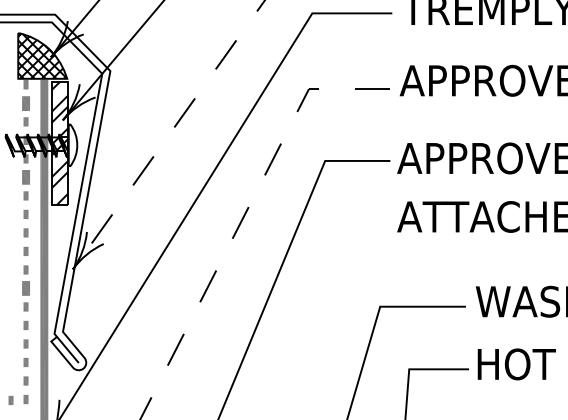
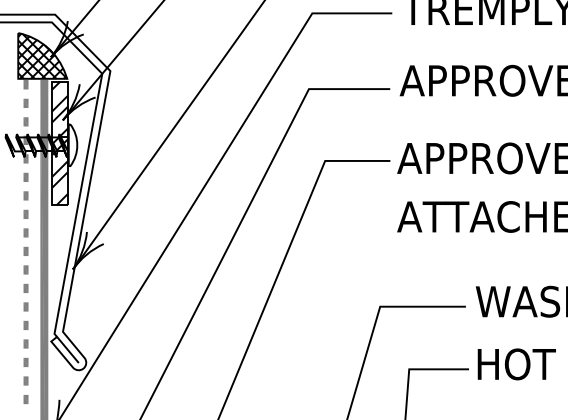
part at (25, 103) size: 8x15 px -> 6x10 px
line at (168, 135): dashed -> solid
part at (25, 177) size: 8x15 px -> 6x9 px
line at (243, 218): dashed -> solid
part at (25, 288) size: 8x15 px -> 6x9 px
part at (10, 400): present -> none
